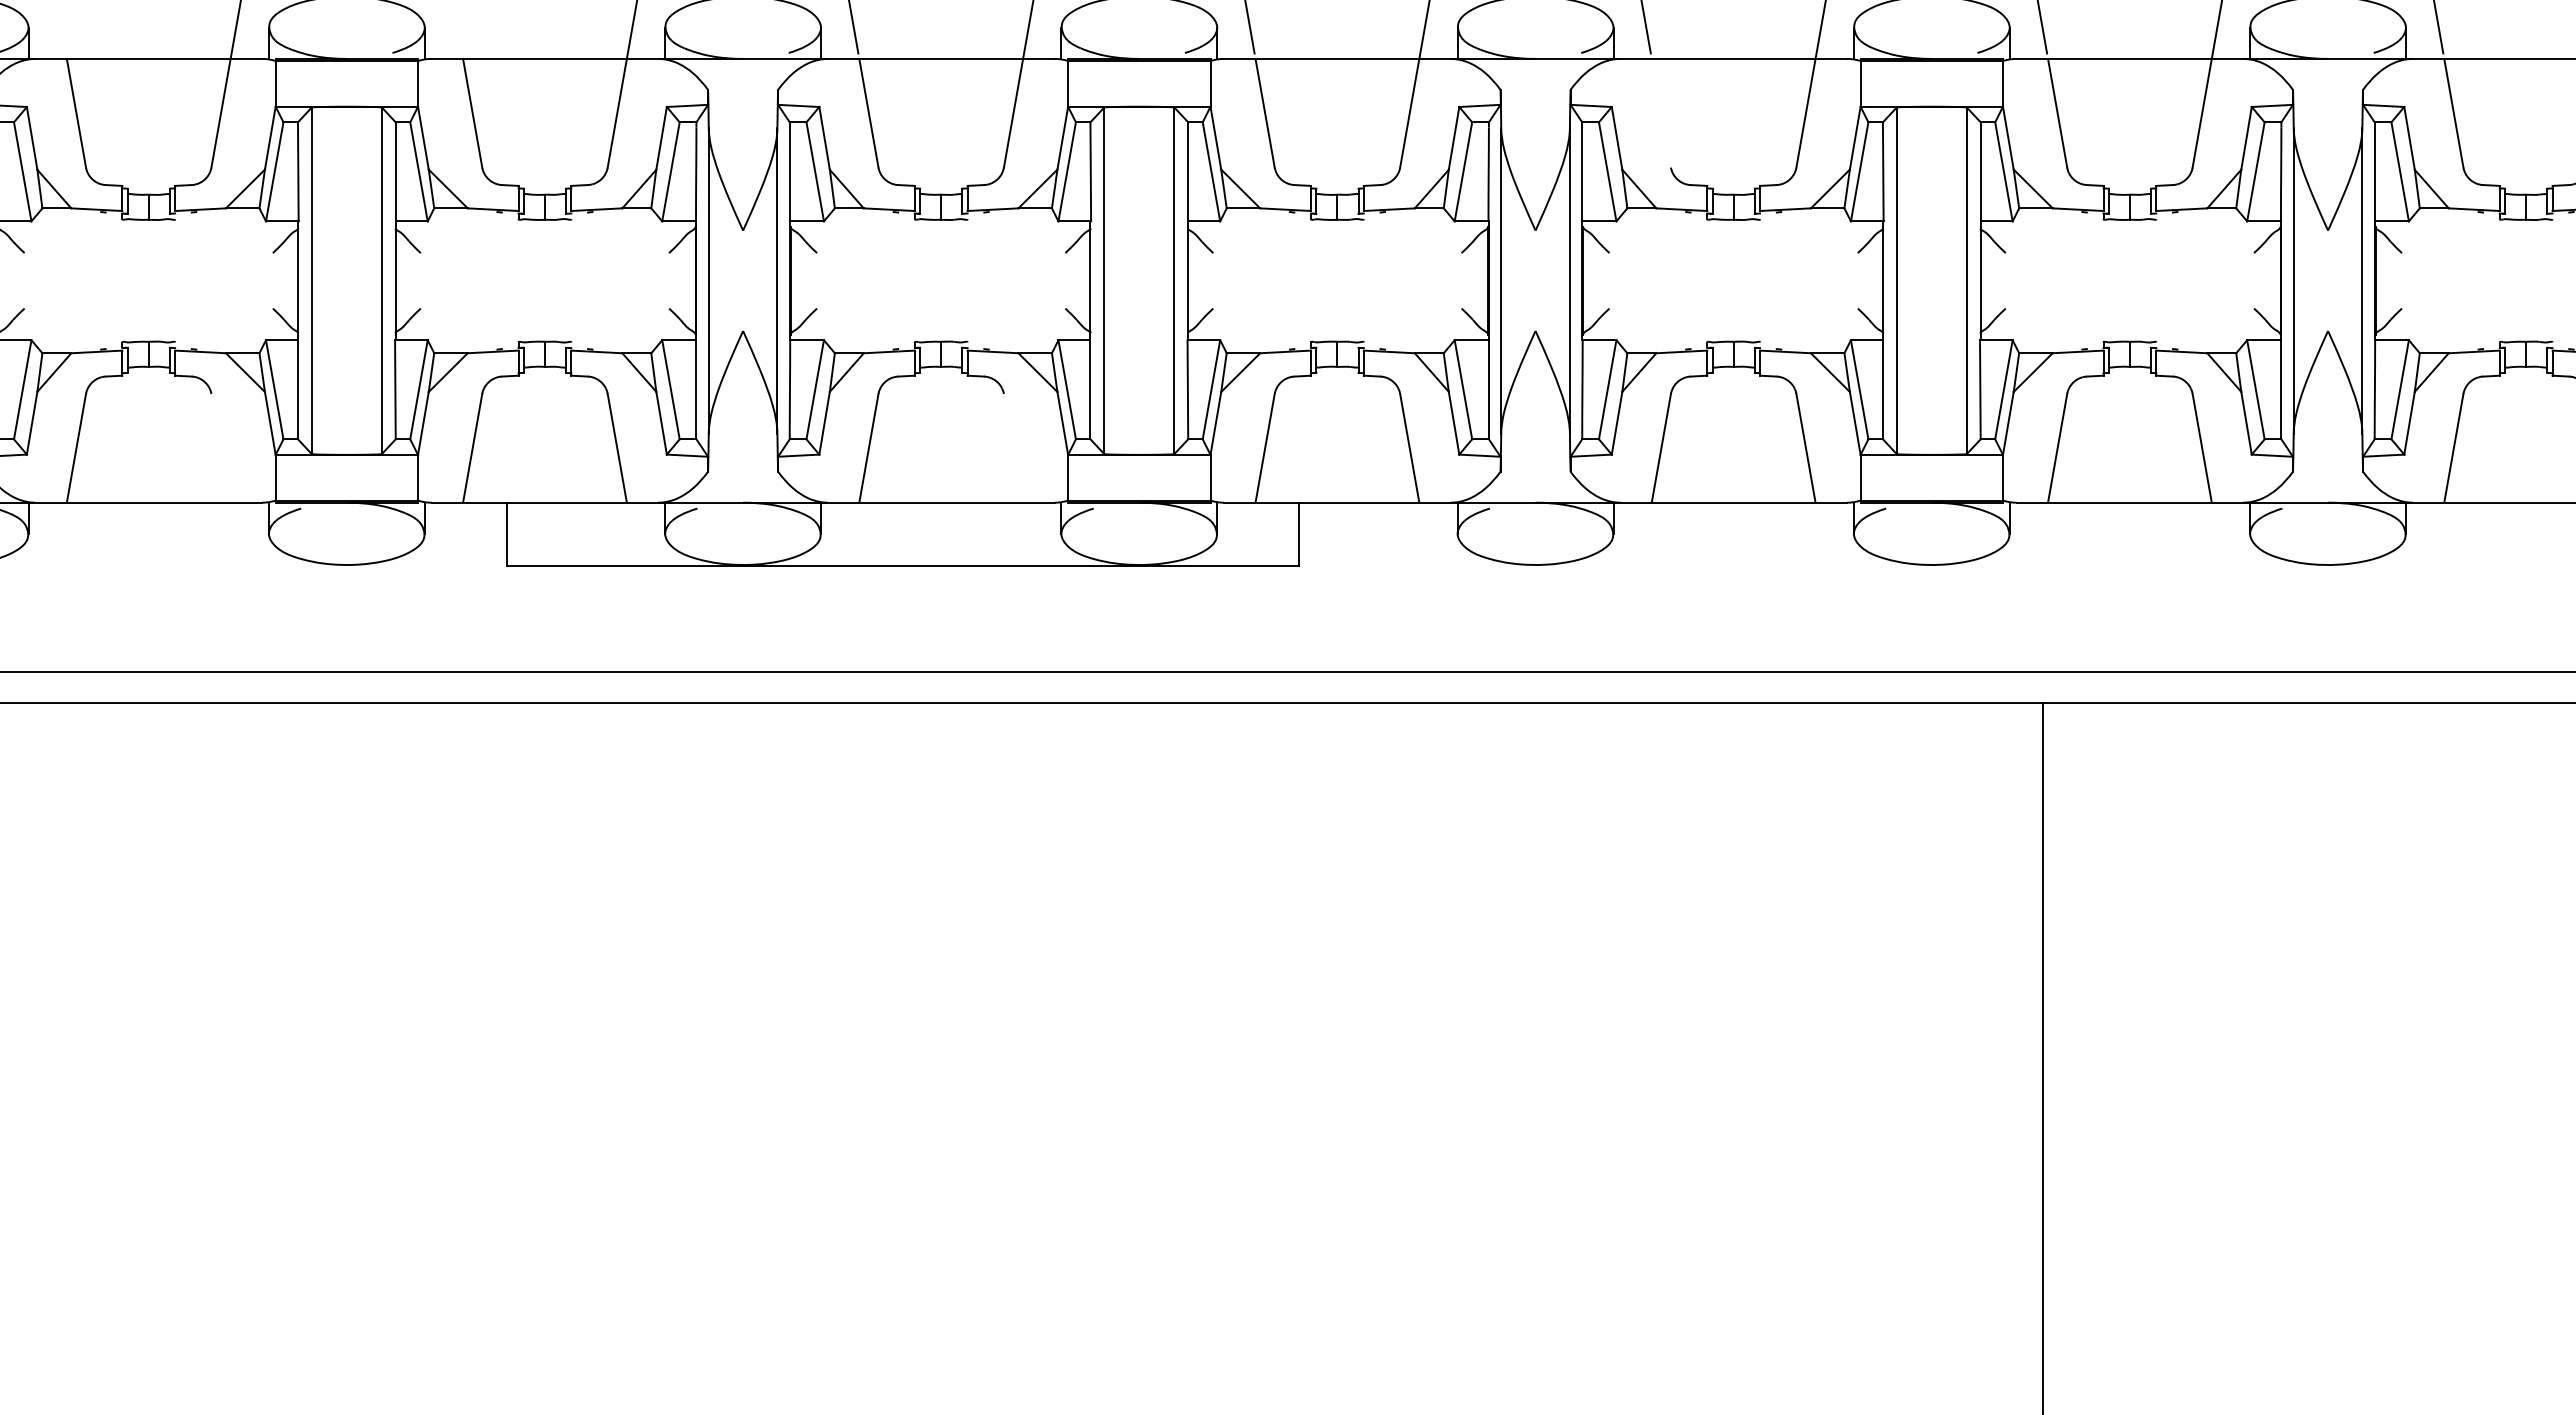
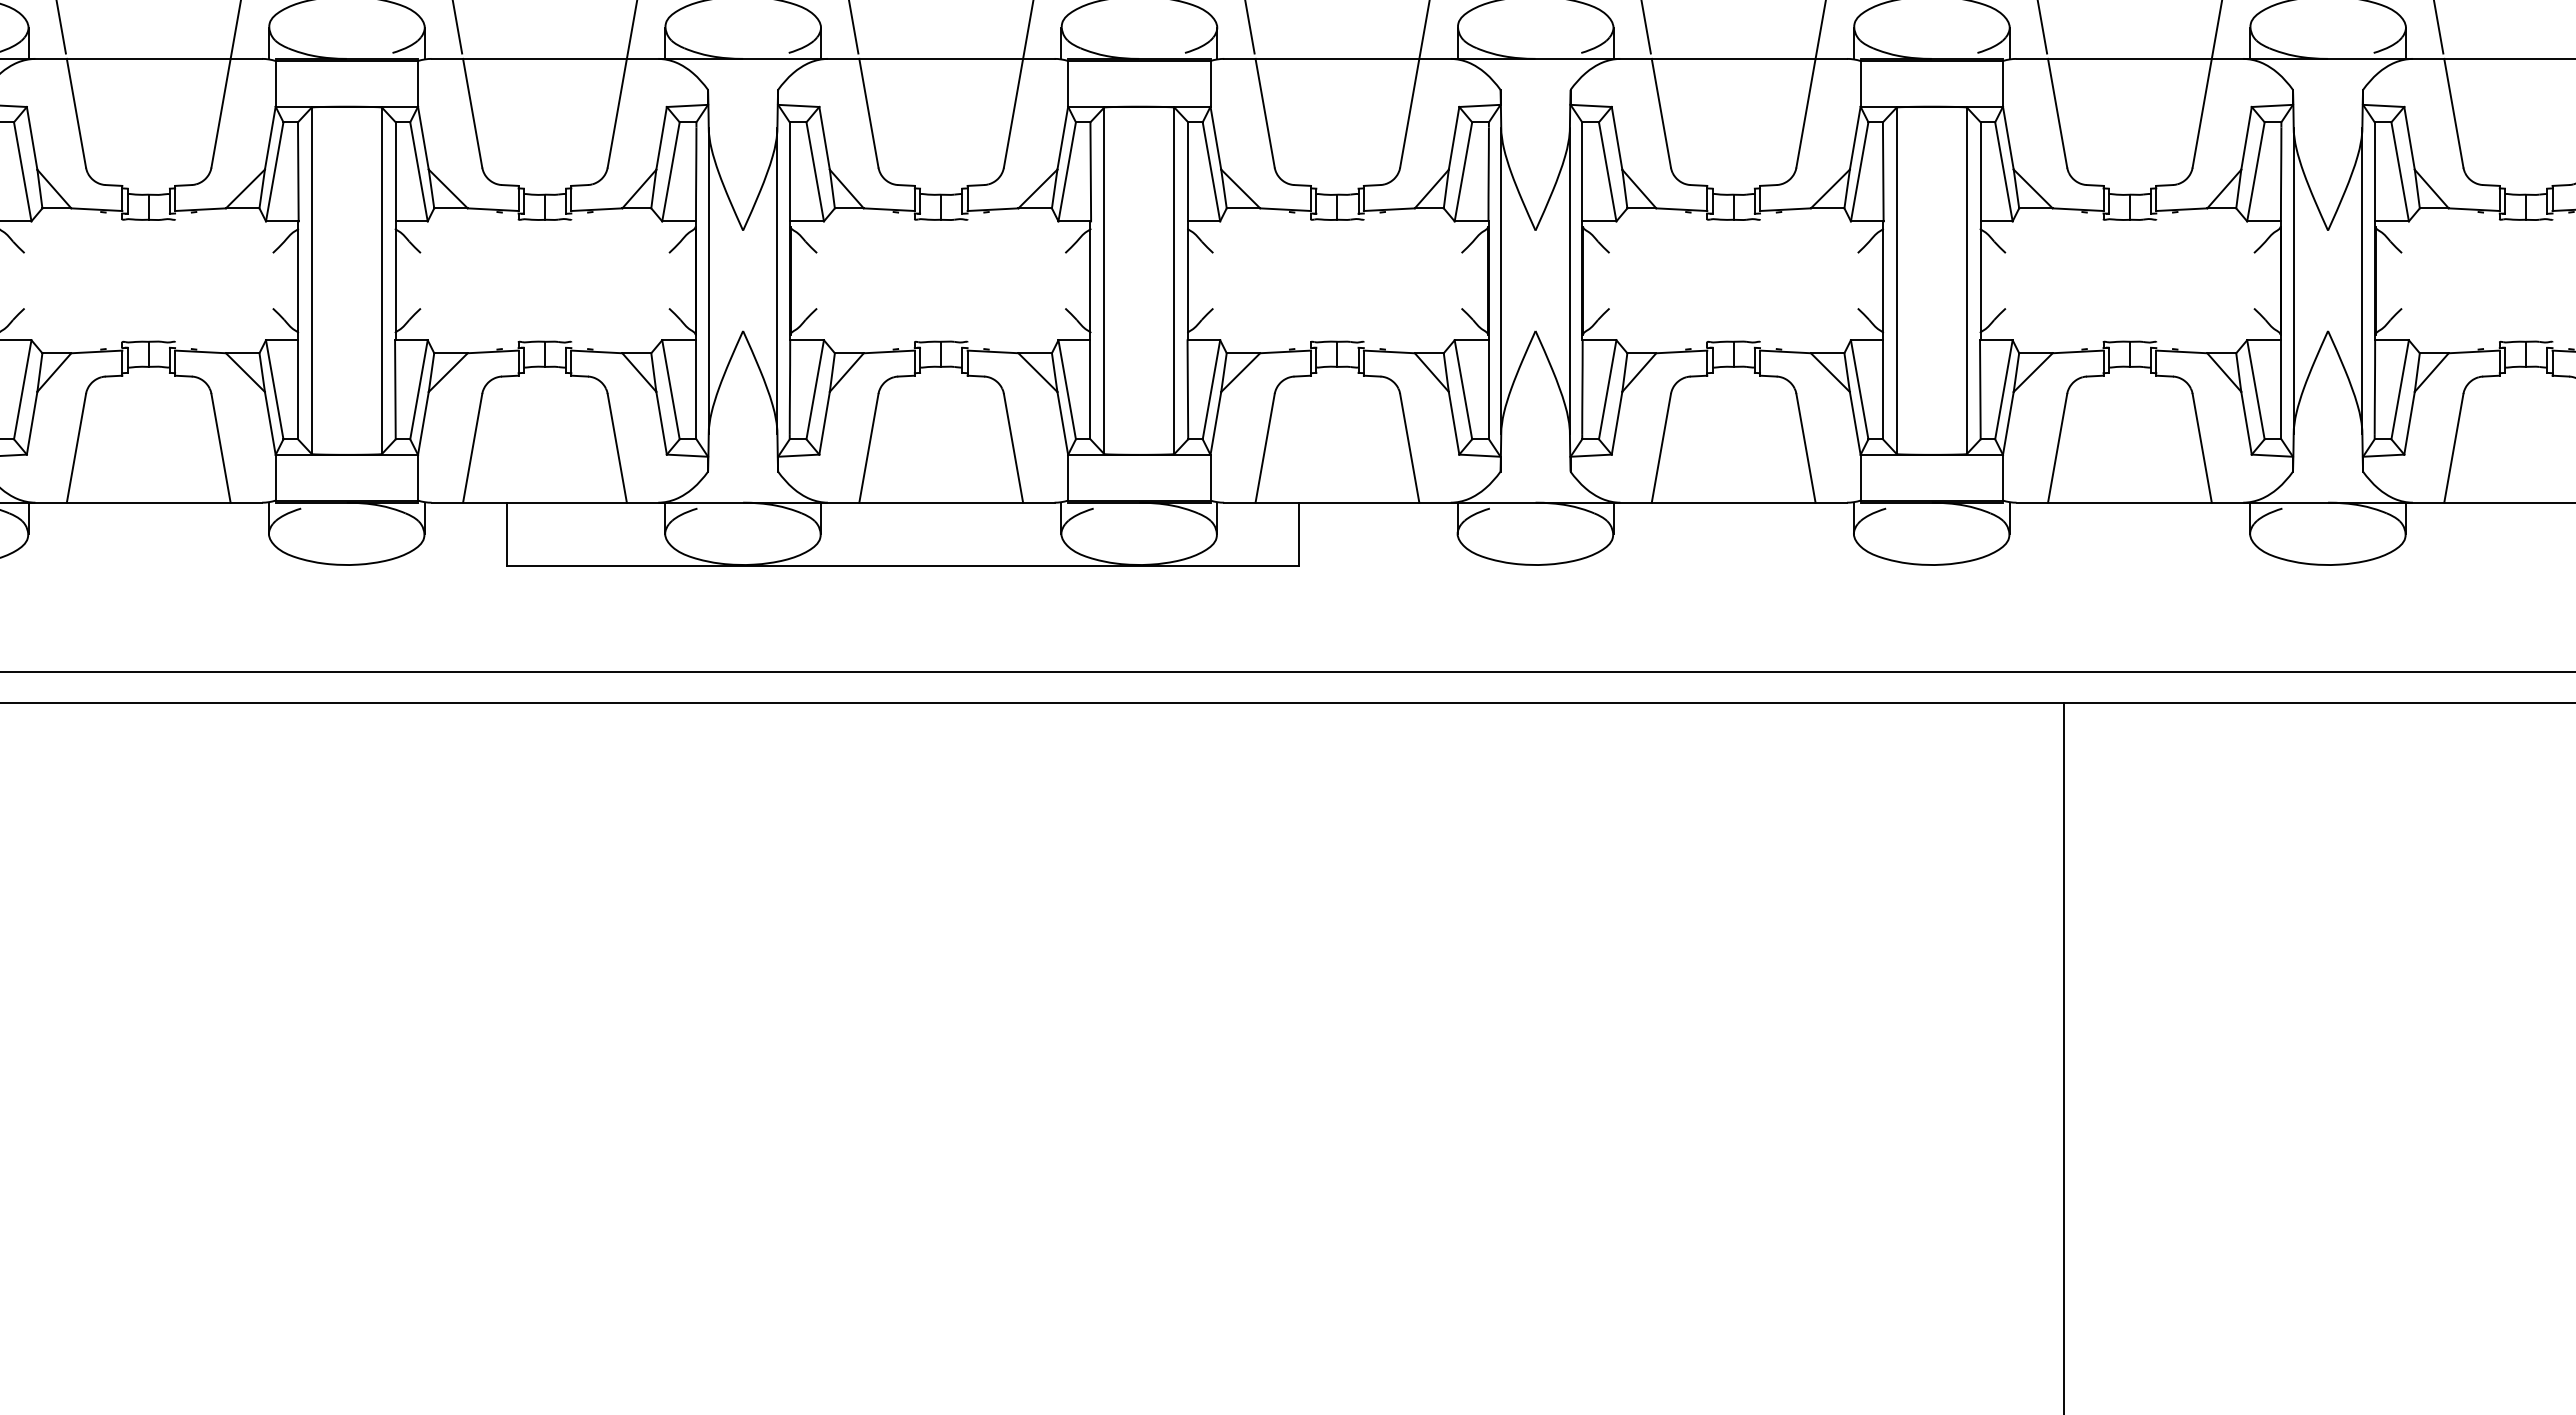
line at (60, 27): none -> present
line at (457, 27): none -> present
line at (1660, 112): none -> present
line at (220, 447): none -> present
line at (1013, 447): none -> present
line at (2042, 1057) position: (2042, 1057) -> (2063, 1057)
